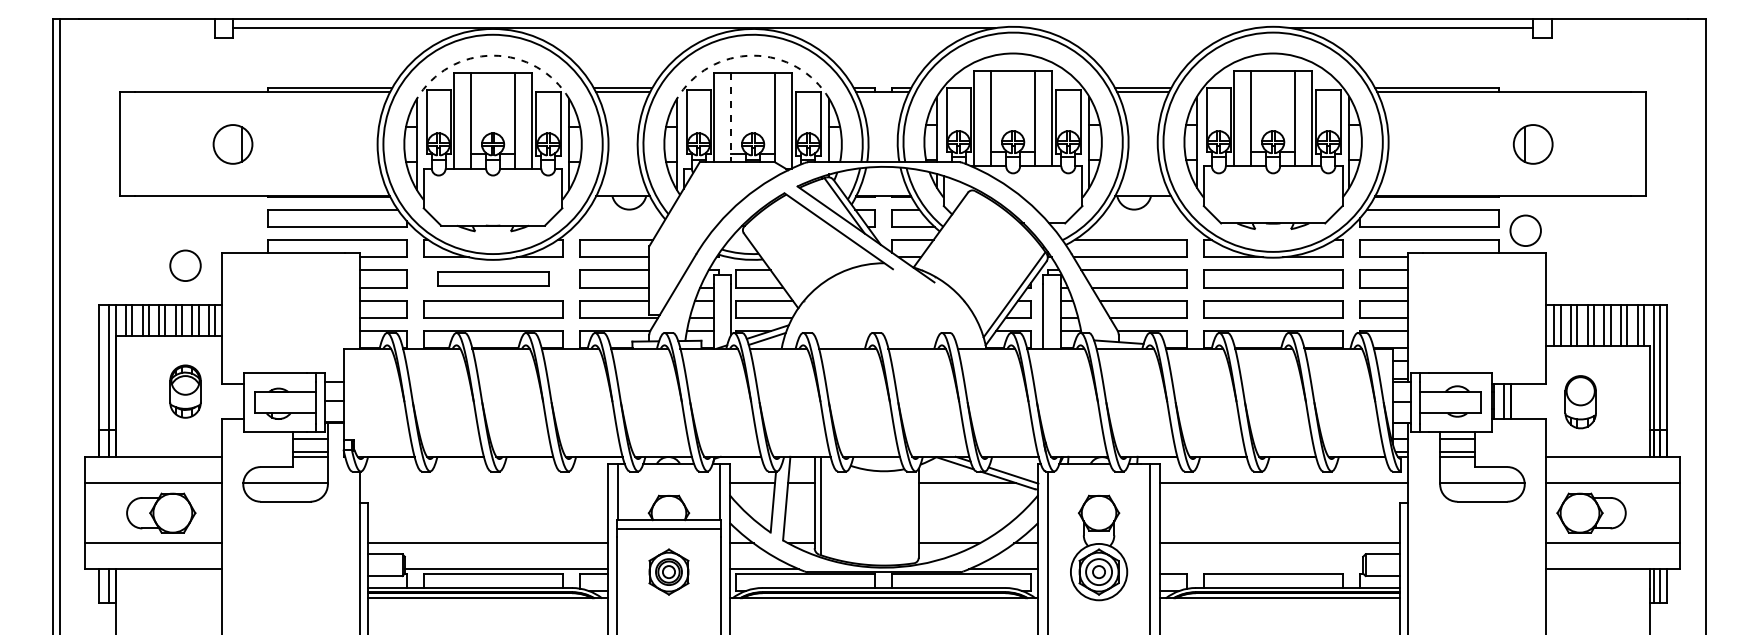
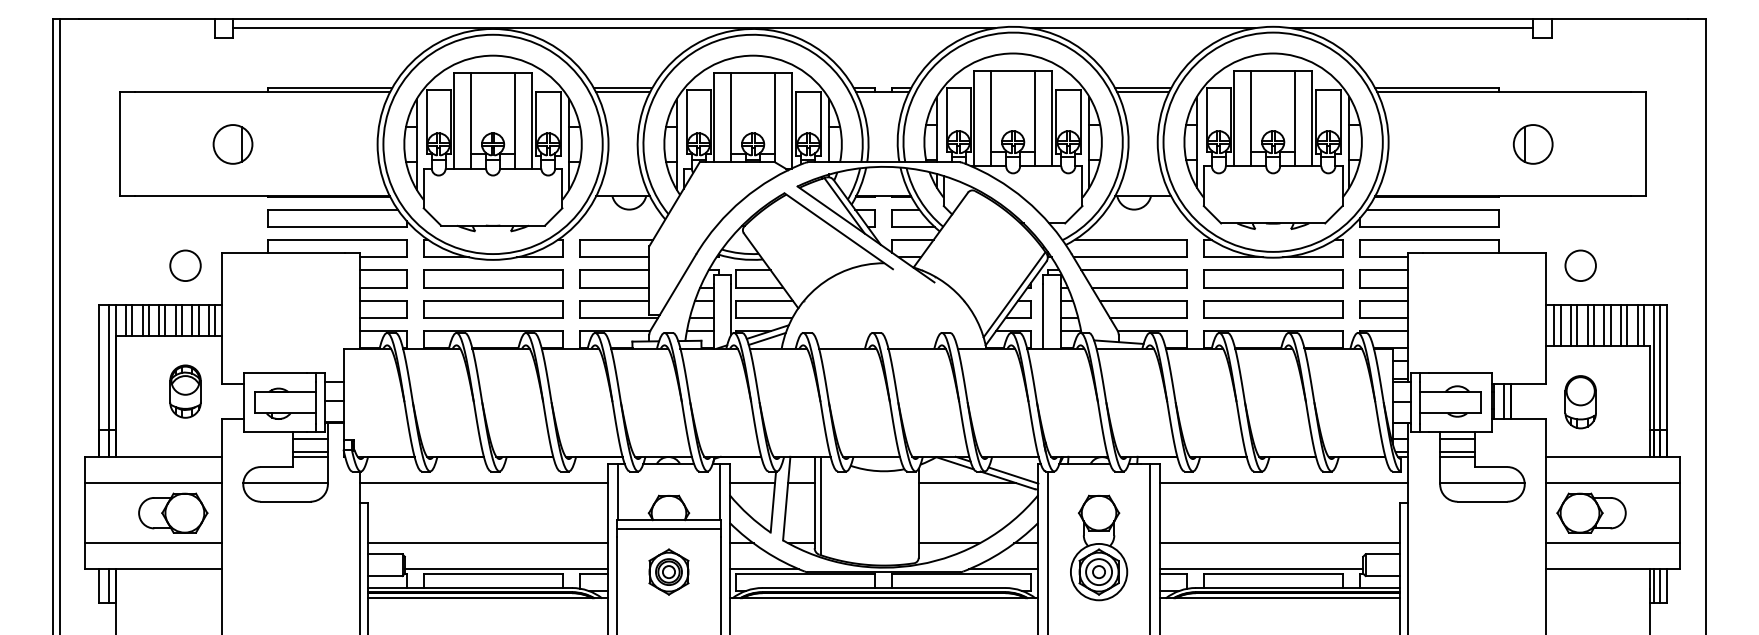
line at (1143, 28): none -> present
arc at (493, 55): dashed -> solid
arc at (753, 55): dashed -> solid
line at (731, 117): dashed -> solid
circle at (1525, 230) position: (1525, 230) -> (1580, 265)
part at (493, 278) size: 113x16 px -> 141x20 px
line at (484, 483): none -> present
part at (161, 512) position: (161, 512) -> (173, 512)
line at (1261, 569): none -> present
